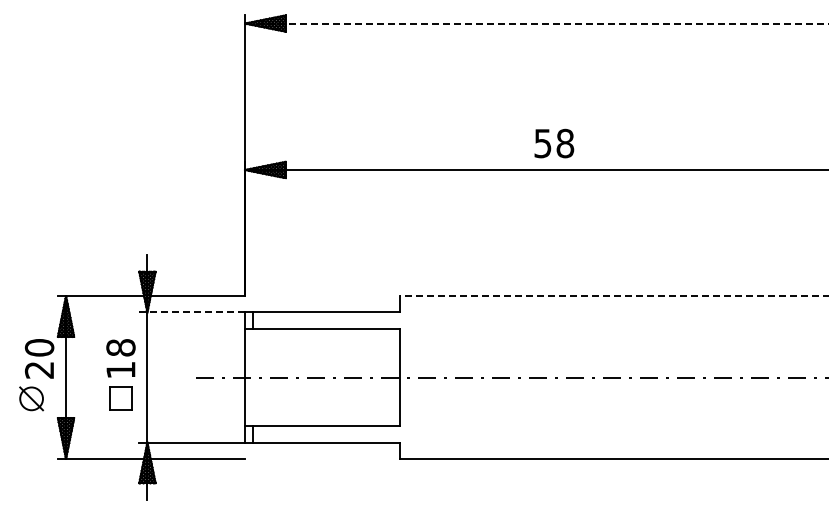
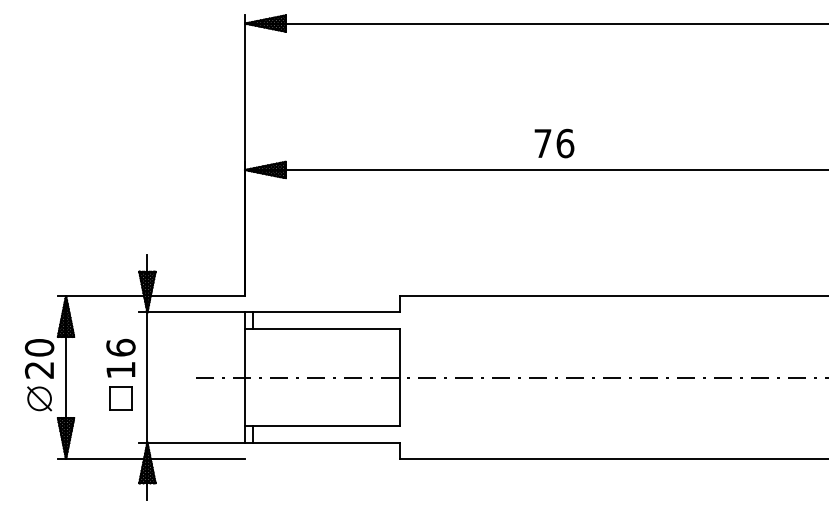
line at (537, 23): dashed -> solid
text at (554, 143): 58 -> 76
line at (613, 296): dashed -> solid
line at (192, 312): dashed -> solid
text at (120, 347): 18 -> 16
part at (31, 398) position: (31, 398) -> (39, 398)
